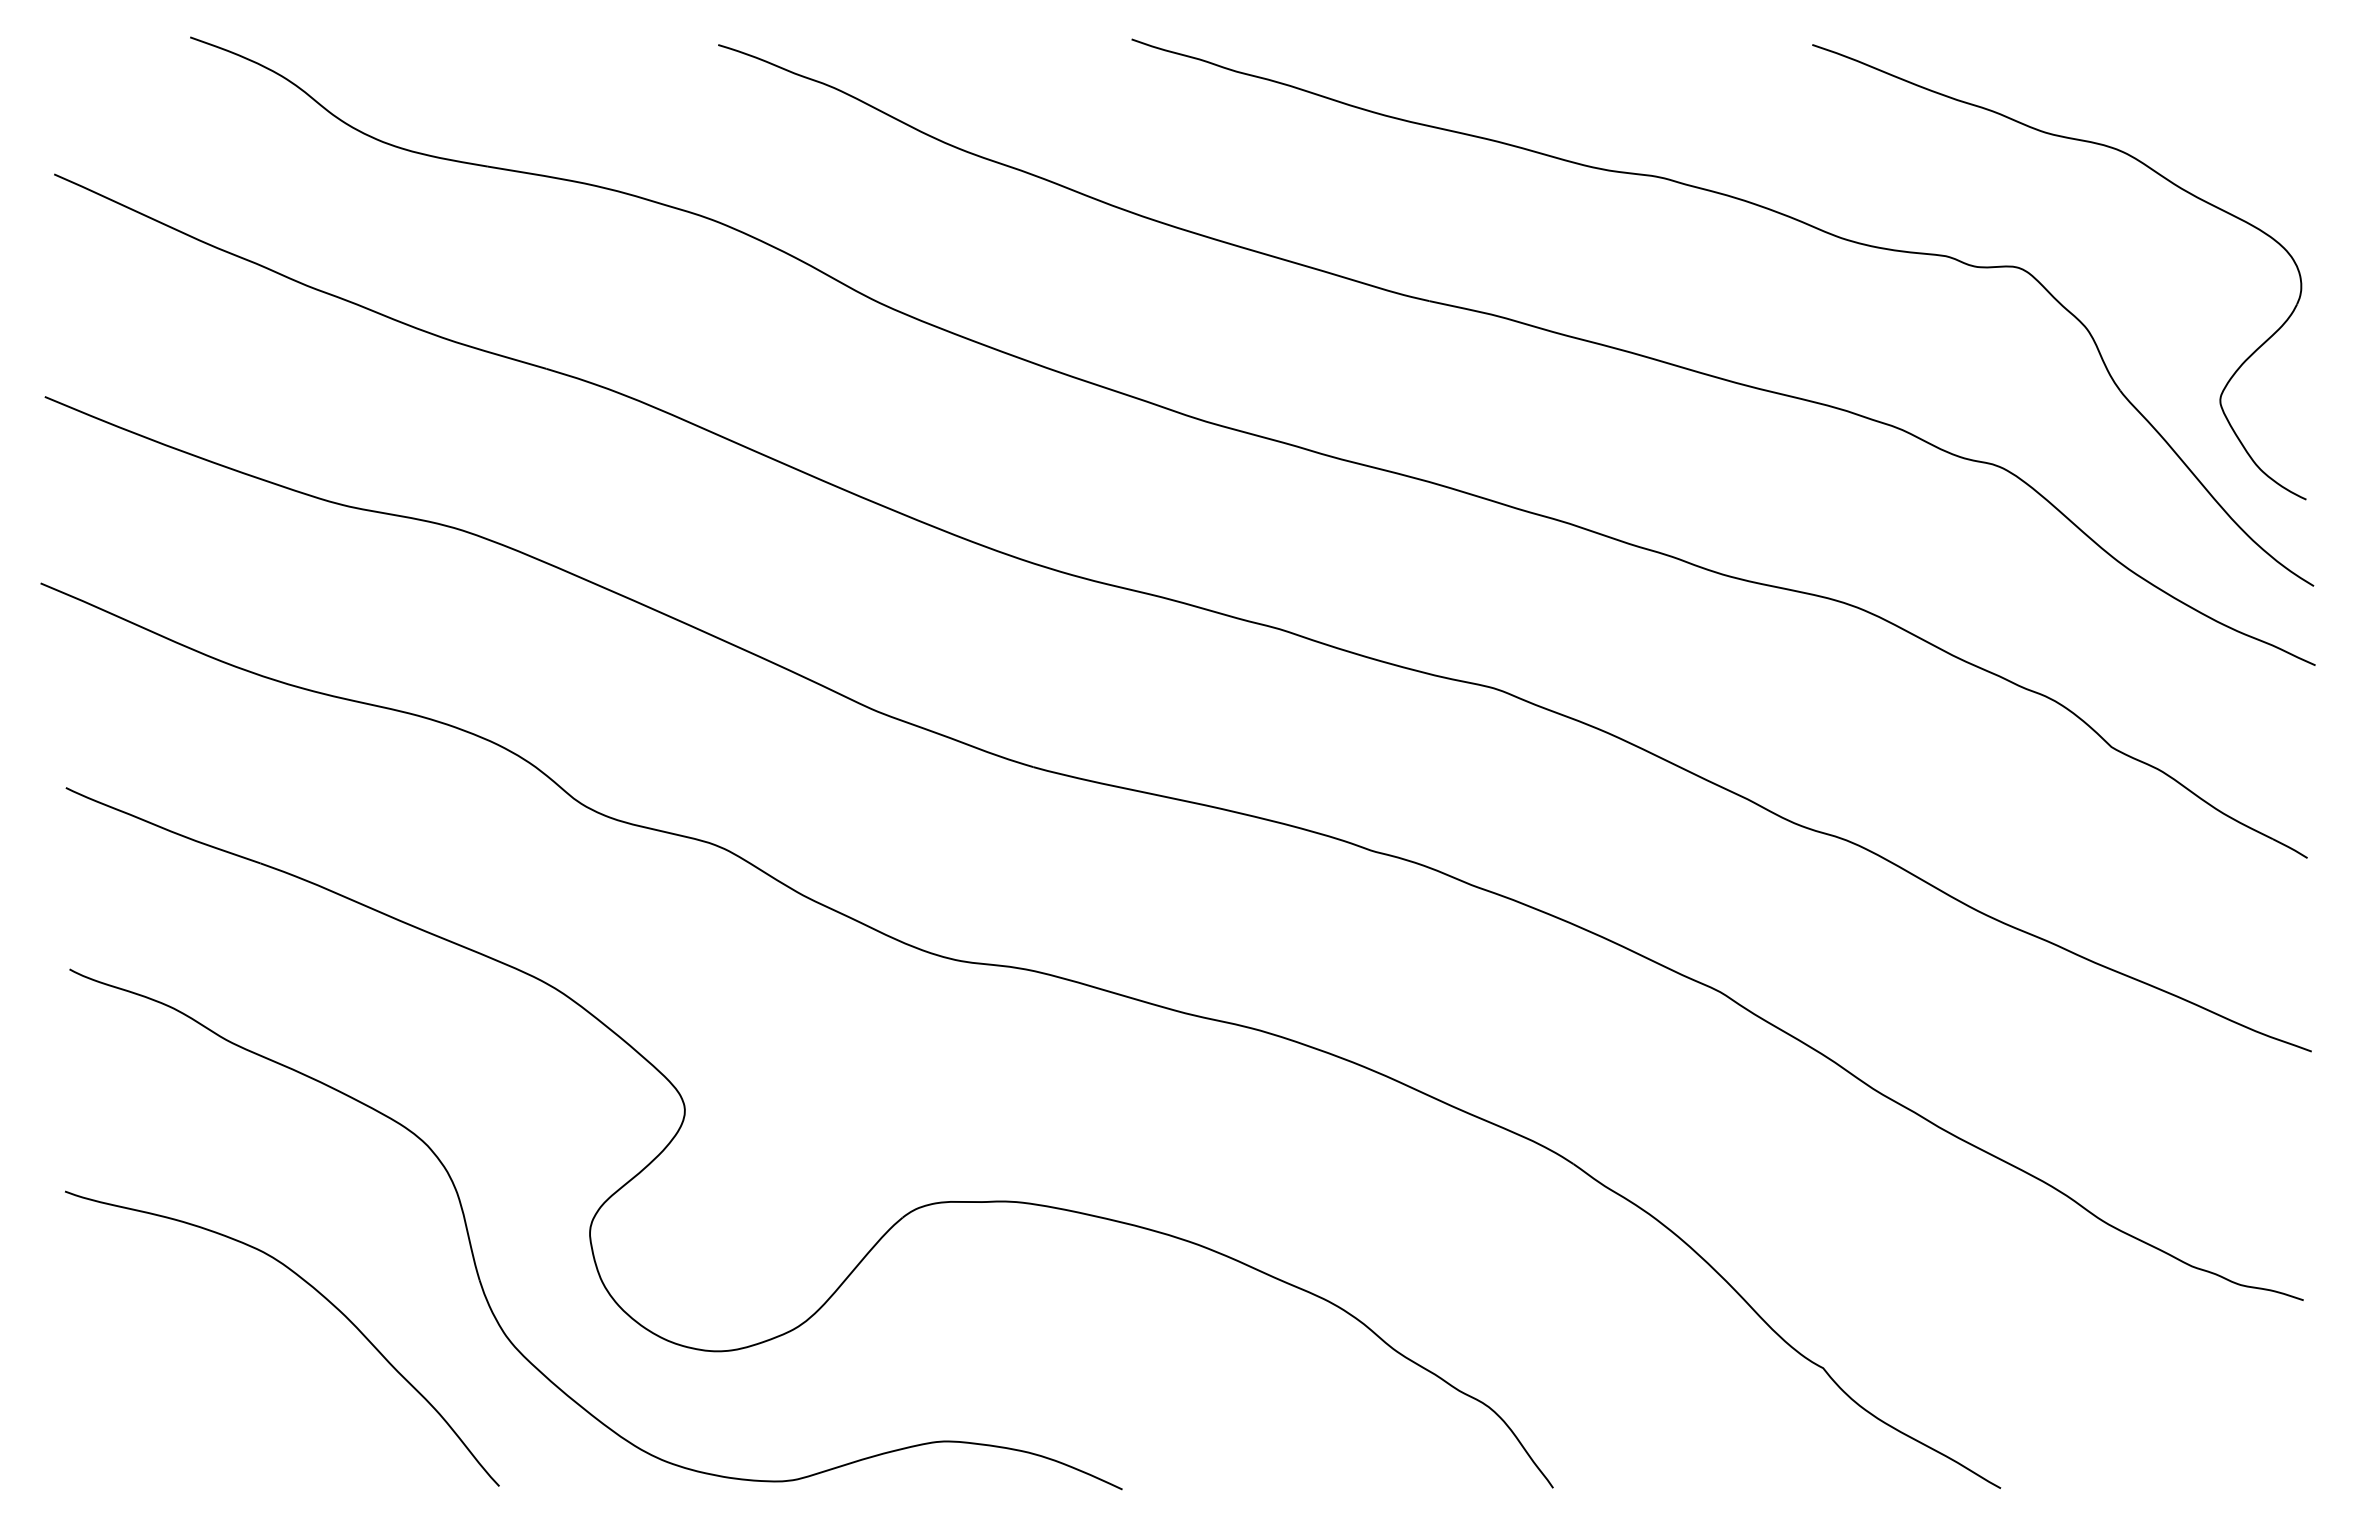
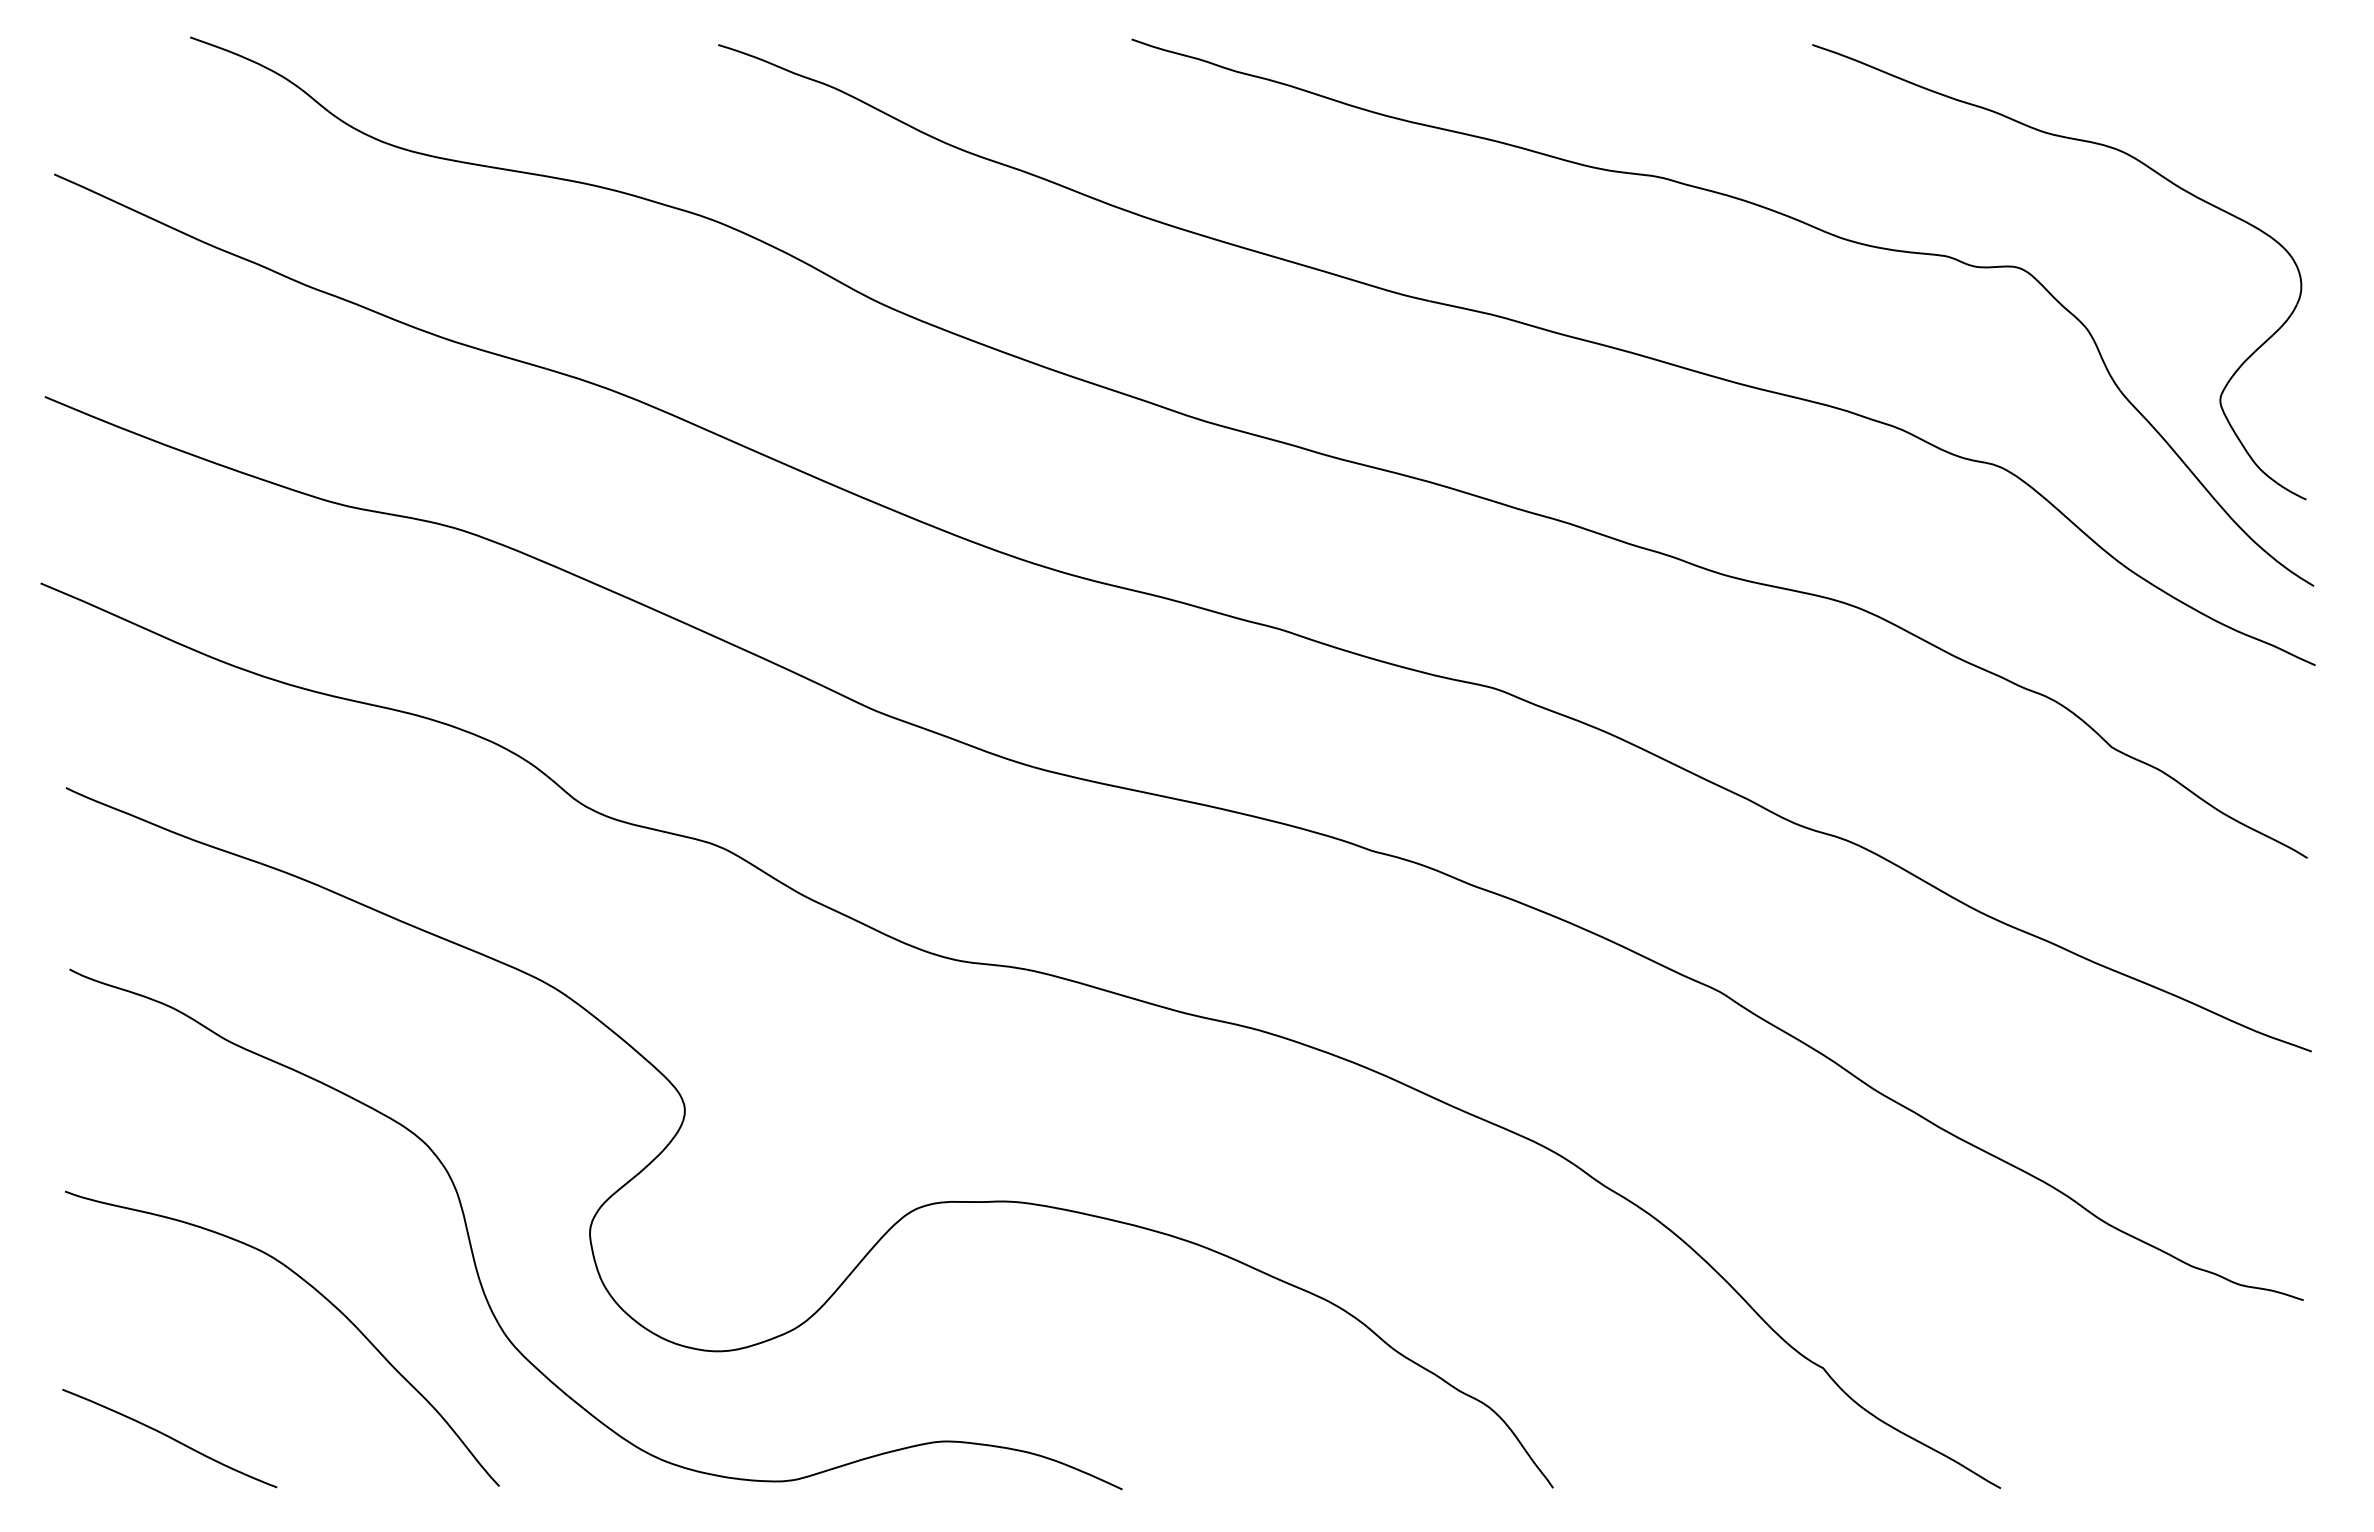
curve at (169, 1438): none -> present
